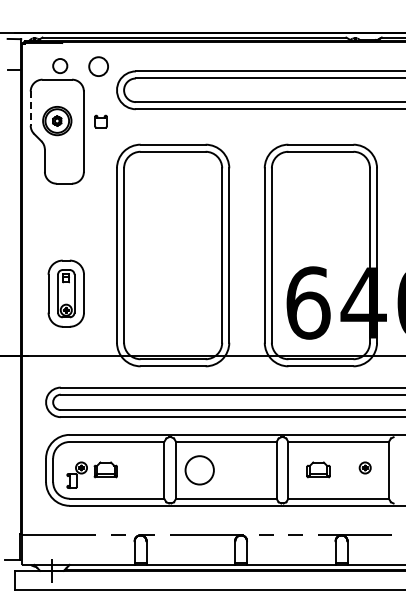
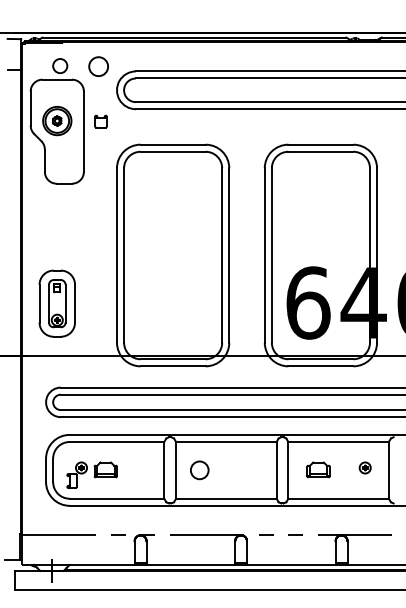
line at (30, 109): dashed -> solid
part at (65, 293) position: (65, 293) -> (56, 303)
circle at (199, 470) diameter: 28 px -> 18 px
